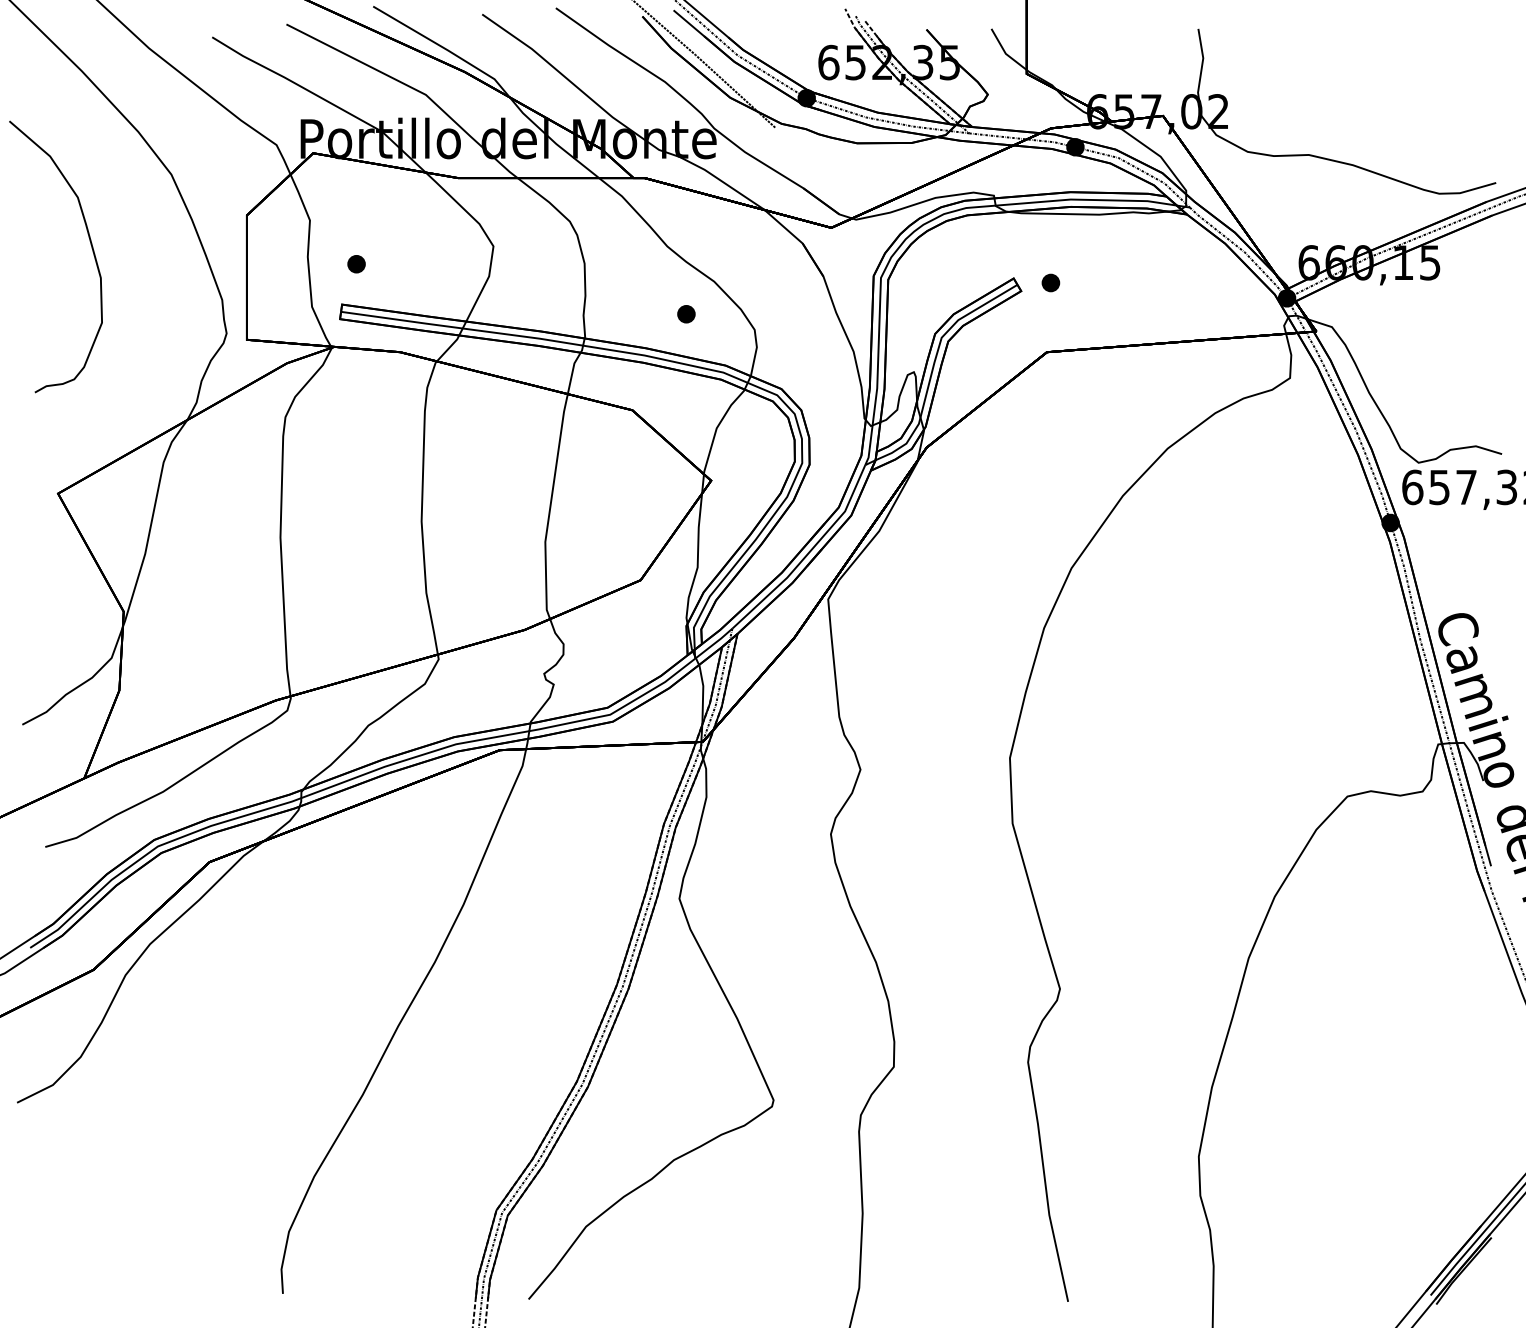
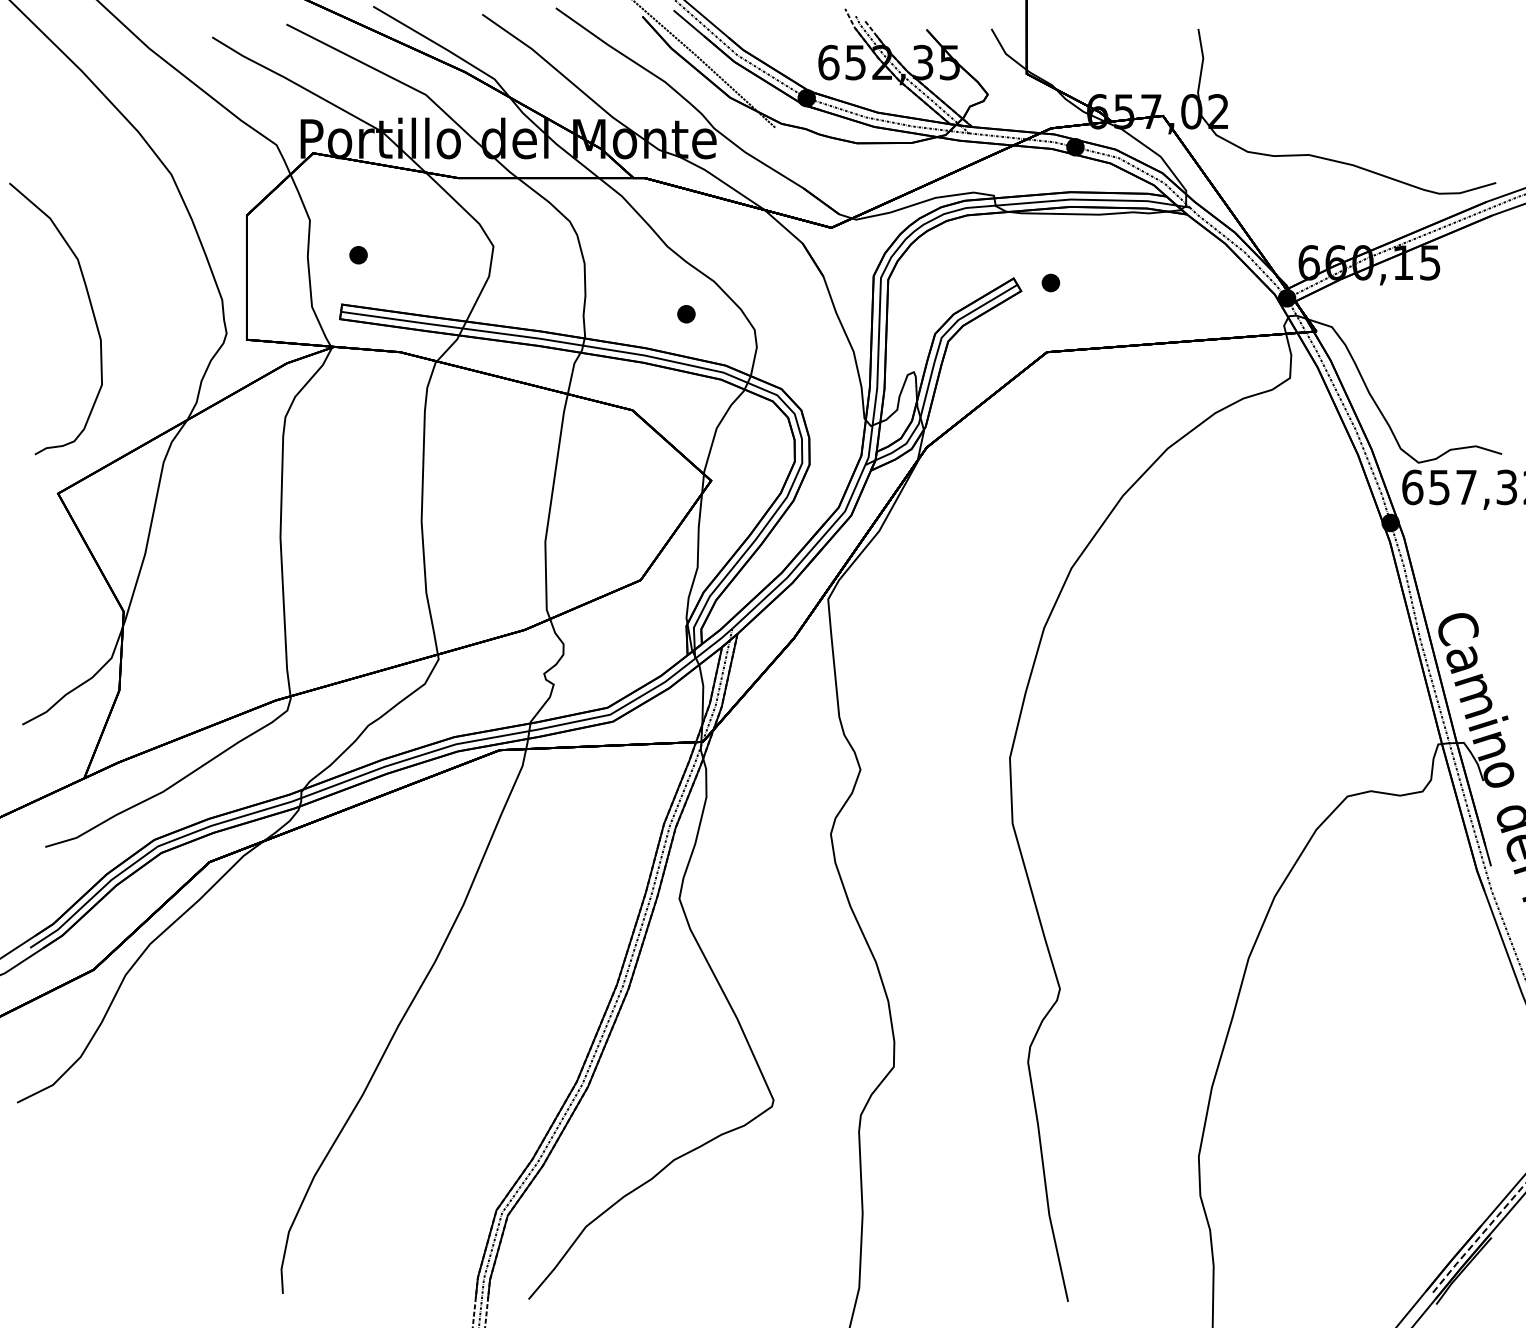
curve at (91, 248) position: (91, 248) -> (91, 310)
part at (356, 264) position: (356, 264) -> (358, 255)
line at (1477, 1240): solid -> dashed
